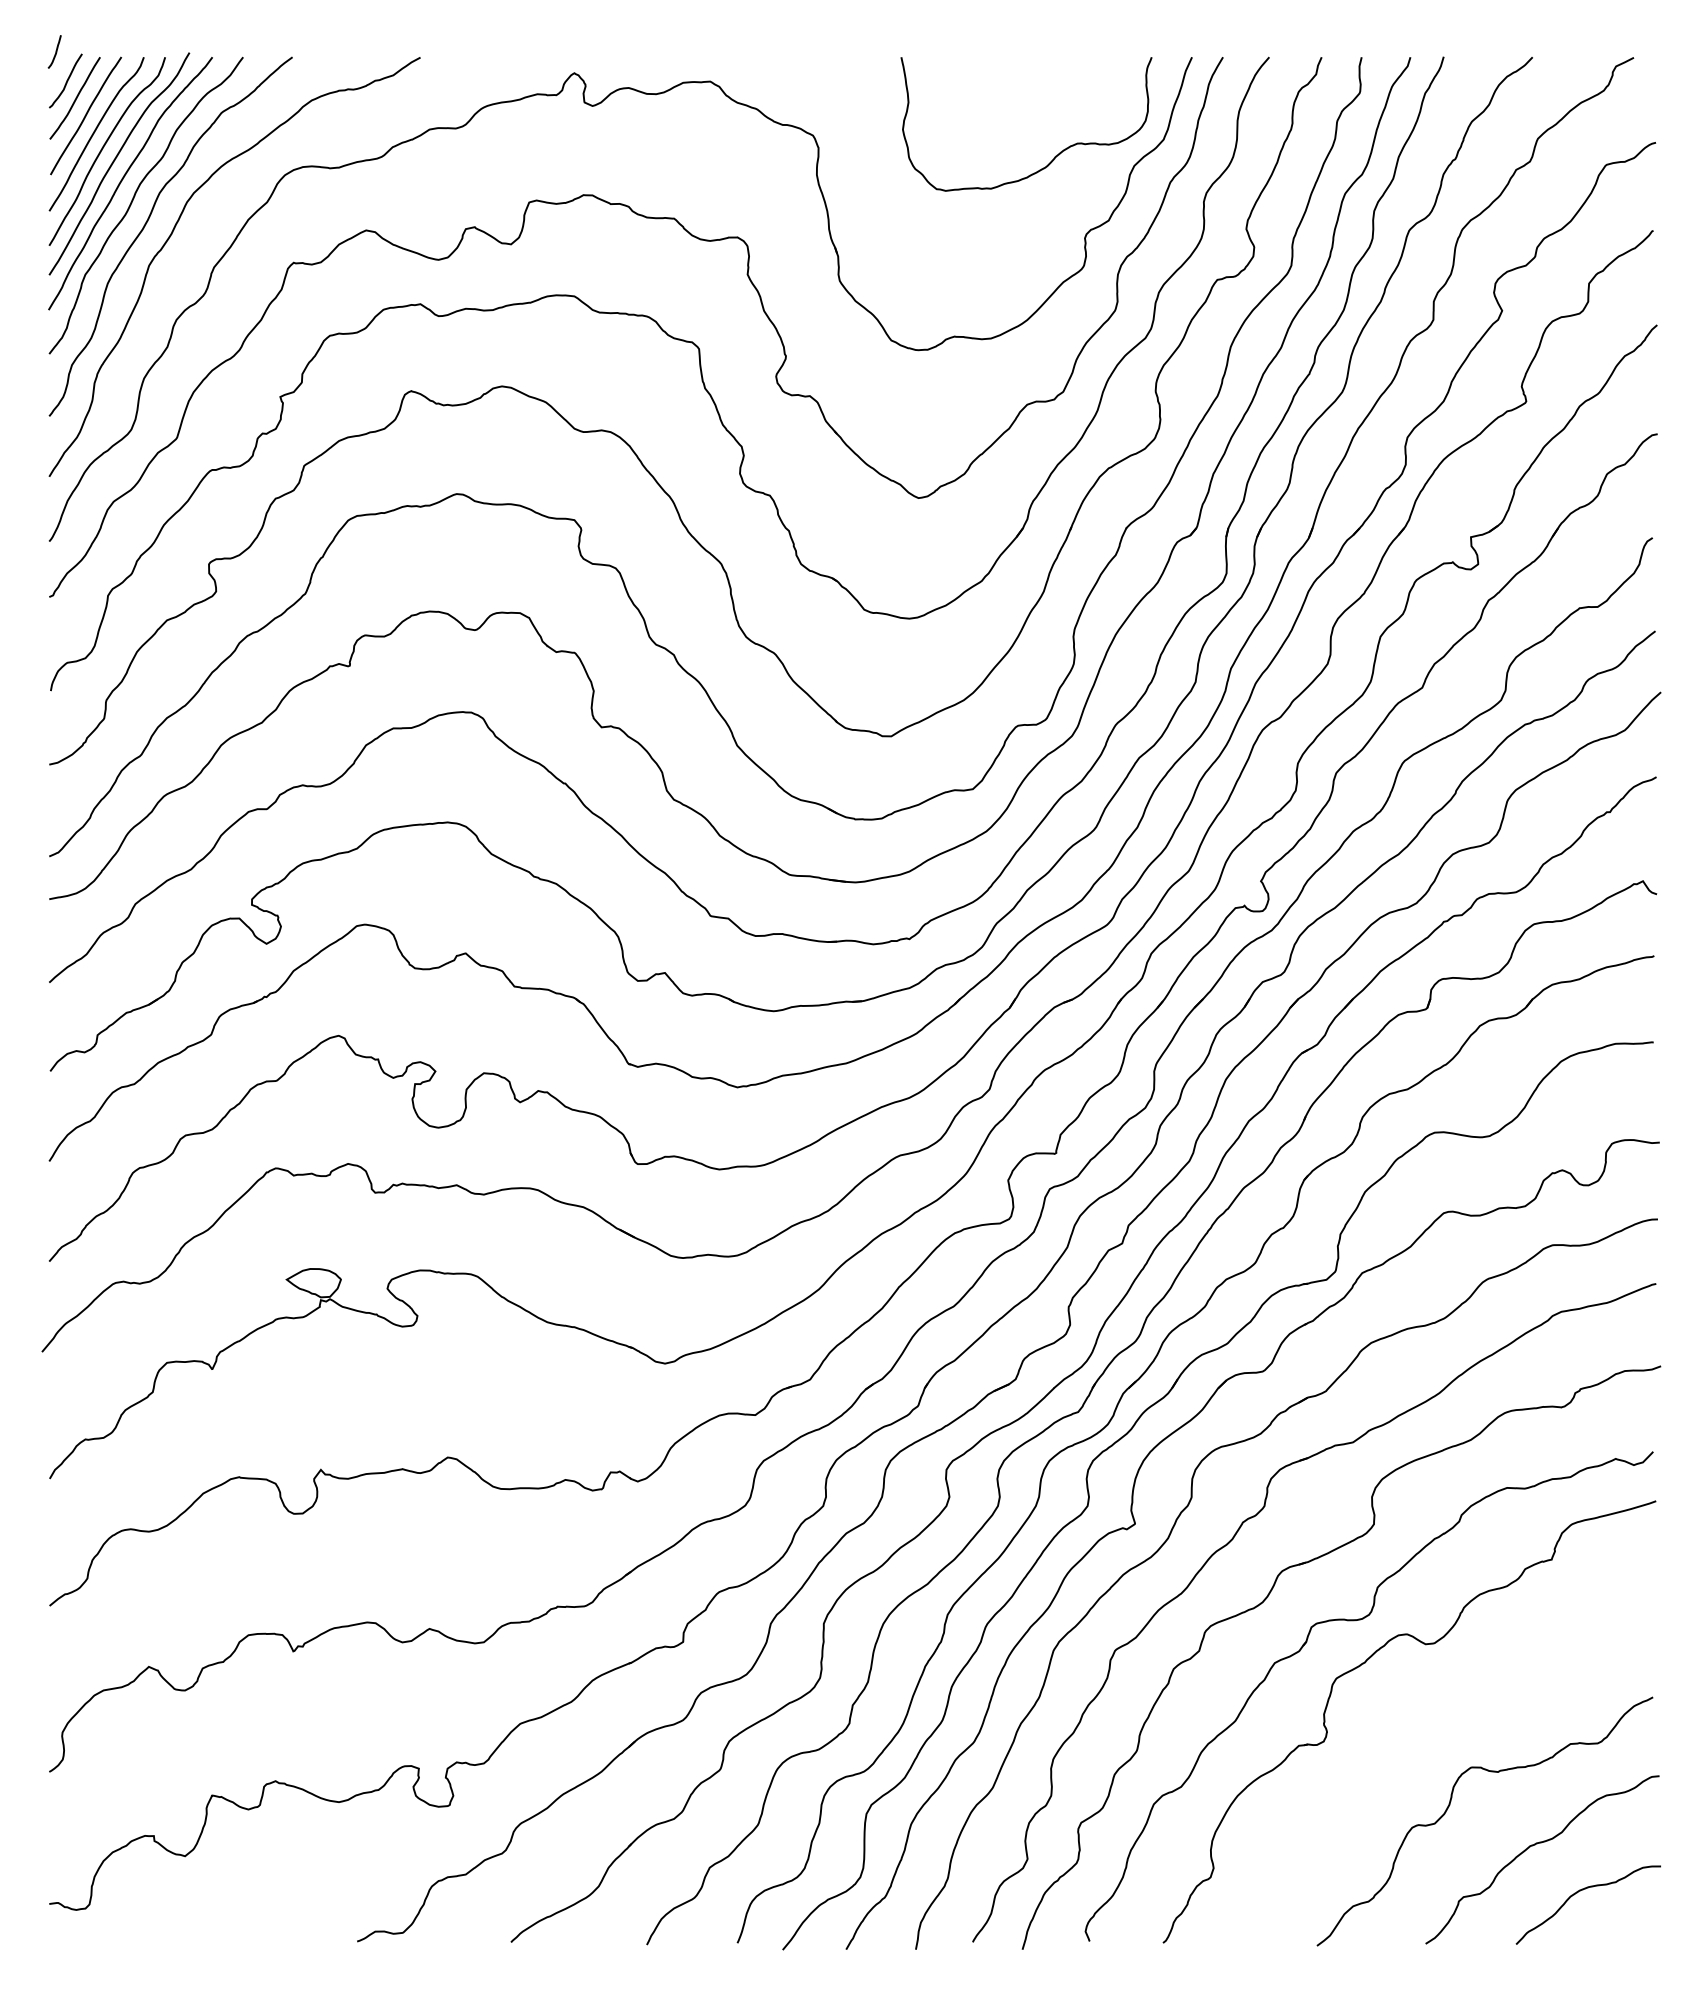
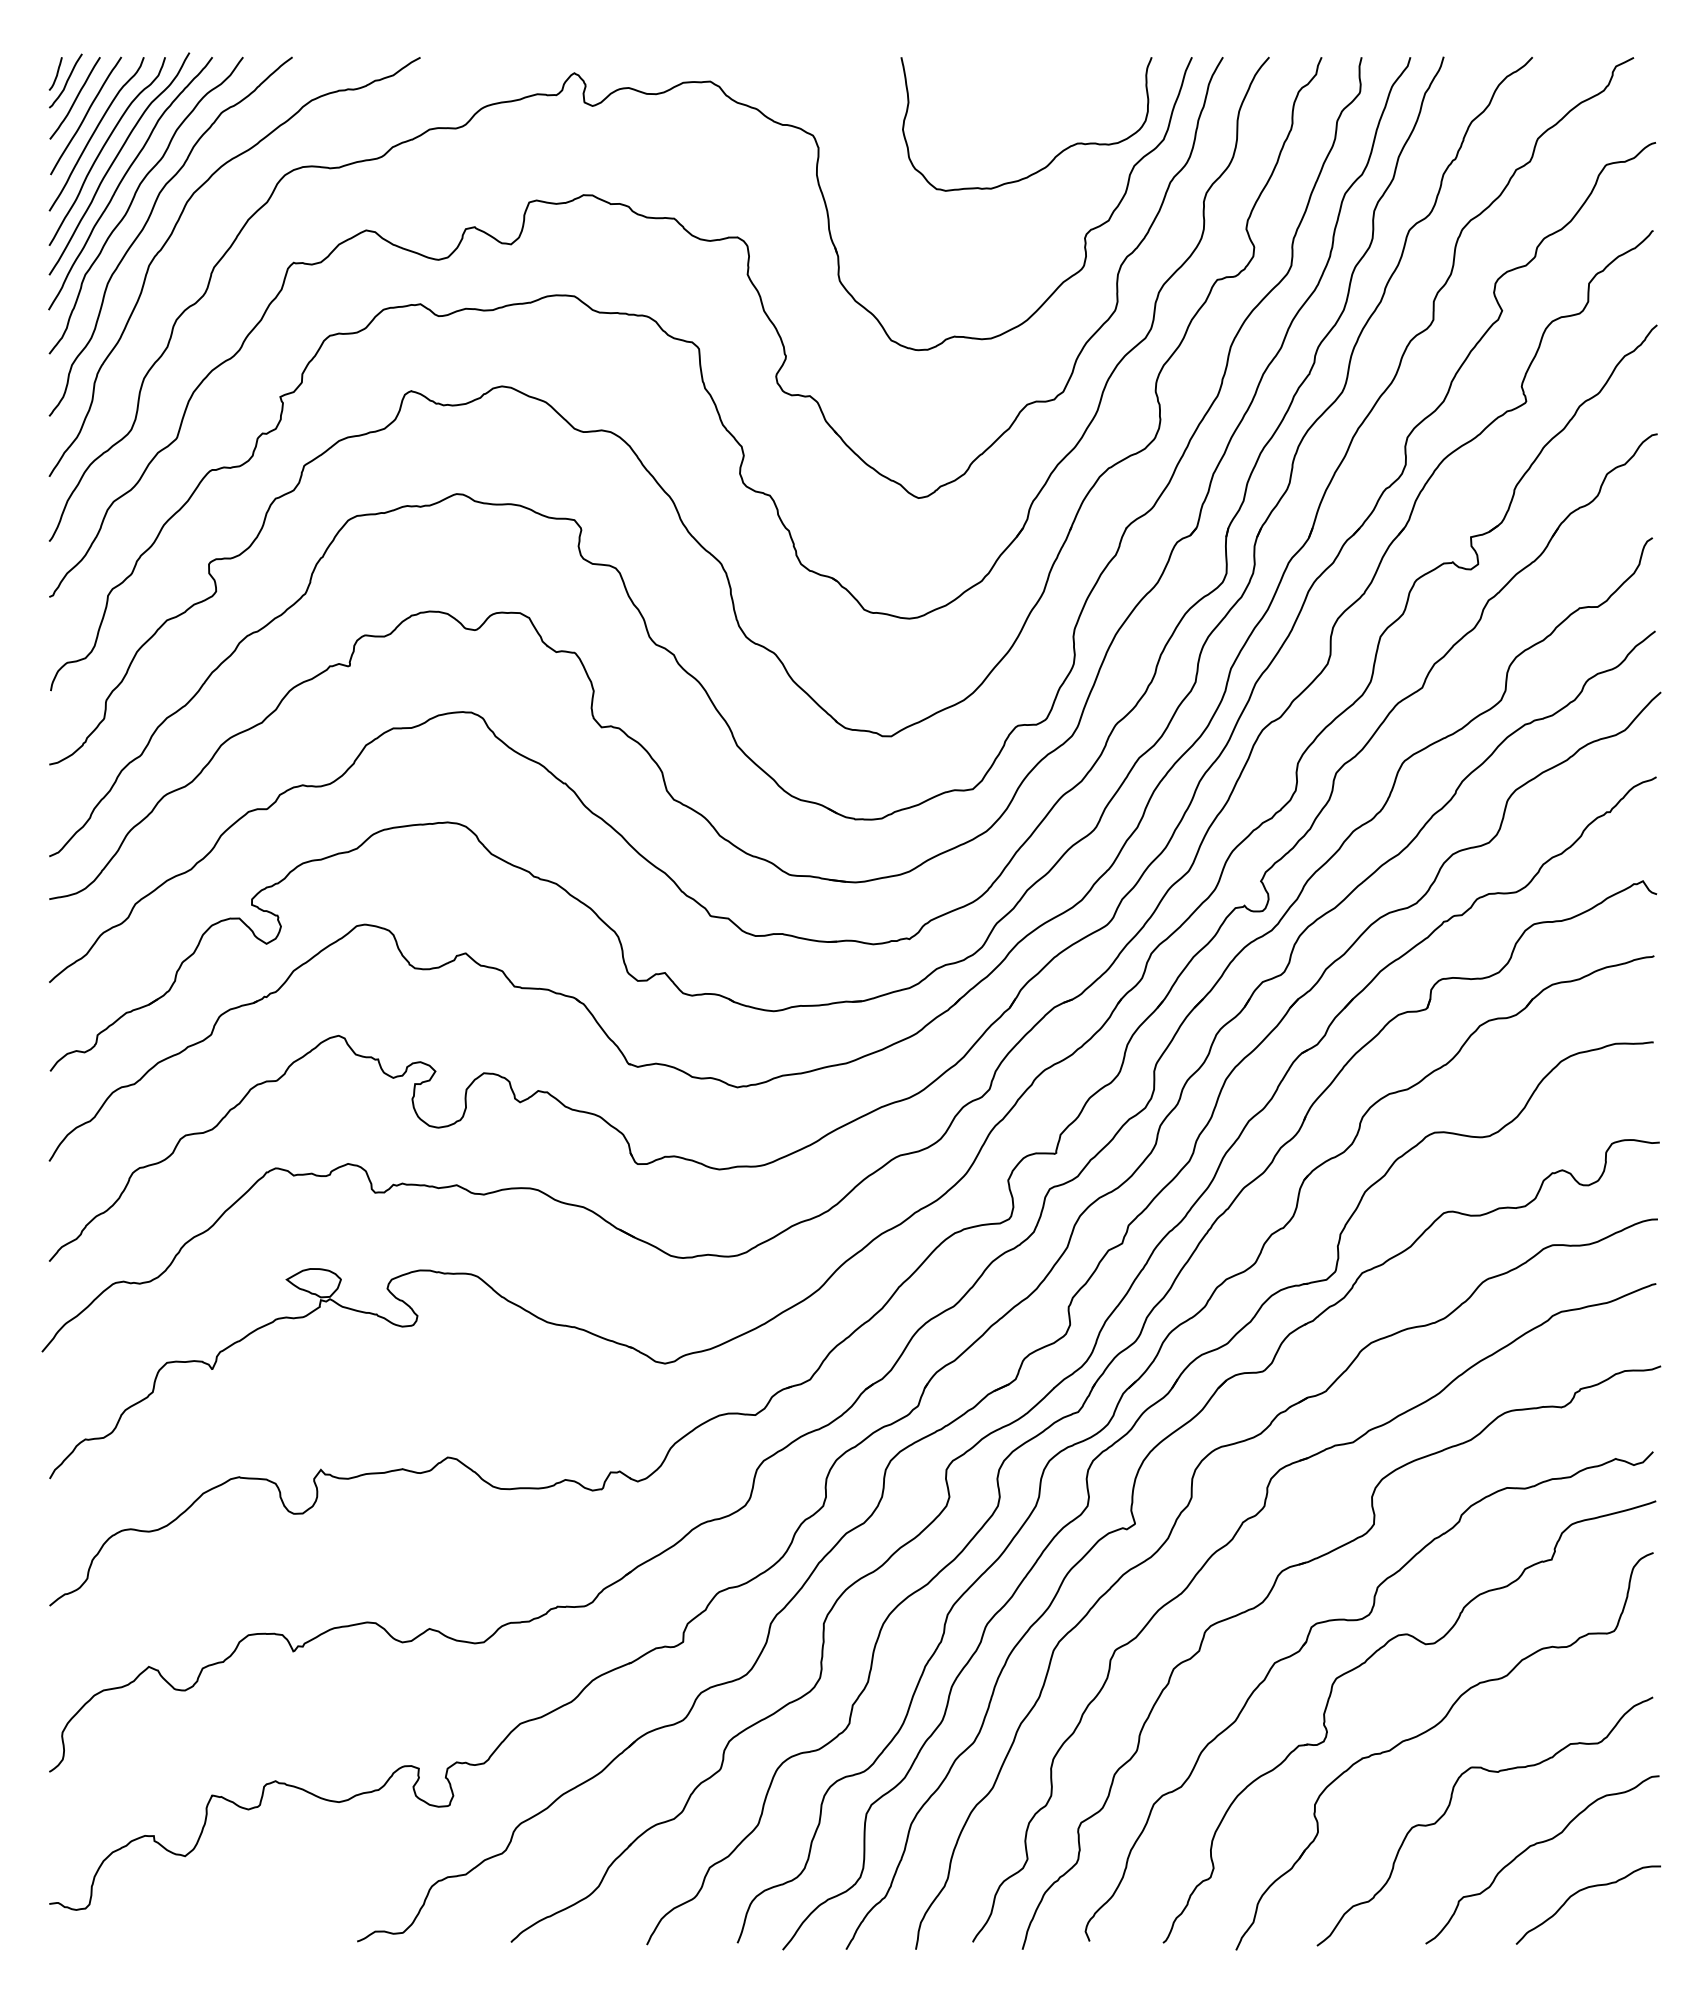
curve at (55, 51) position: (55, 51) -> (56, 73)
part at (1430, 1730): none -> present
